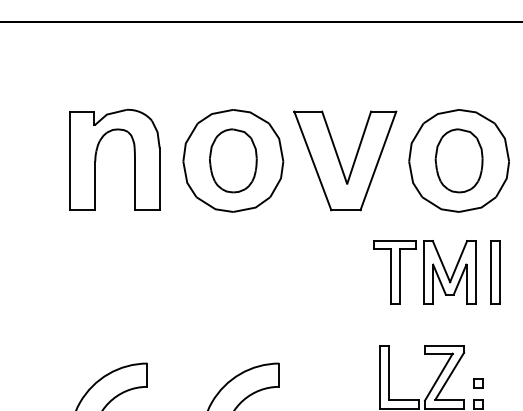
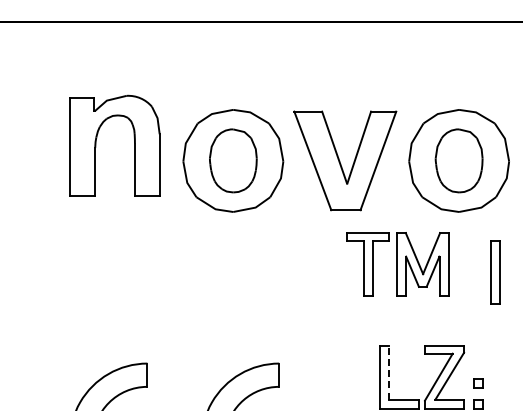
part at (96, 159) position: (96, 159) -> (96, 145)
part at (424, 272) position: (424, 272) -> (397, 264)
line at (388, 372): solid -> dashed
